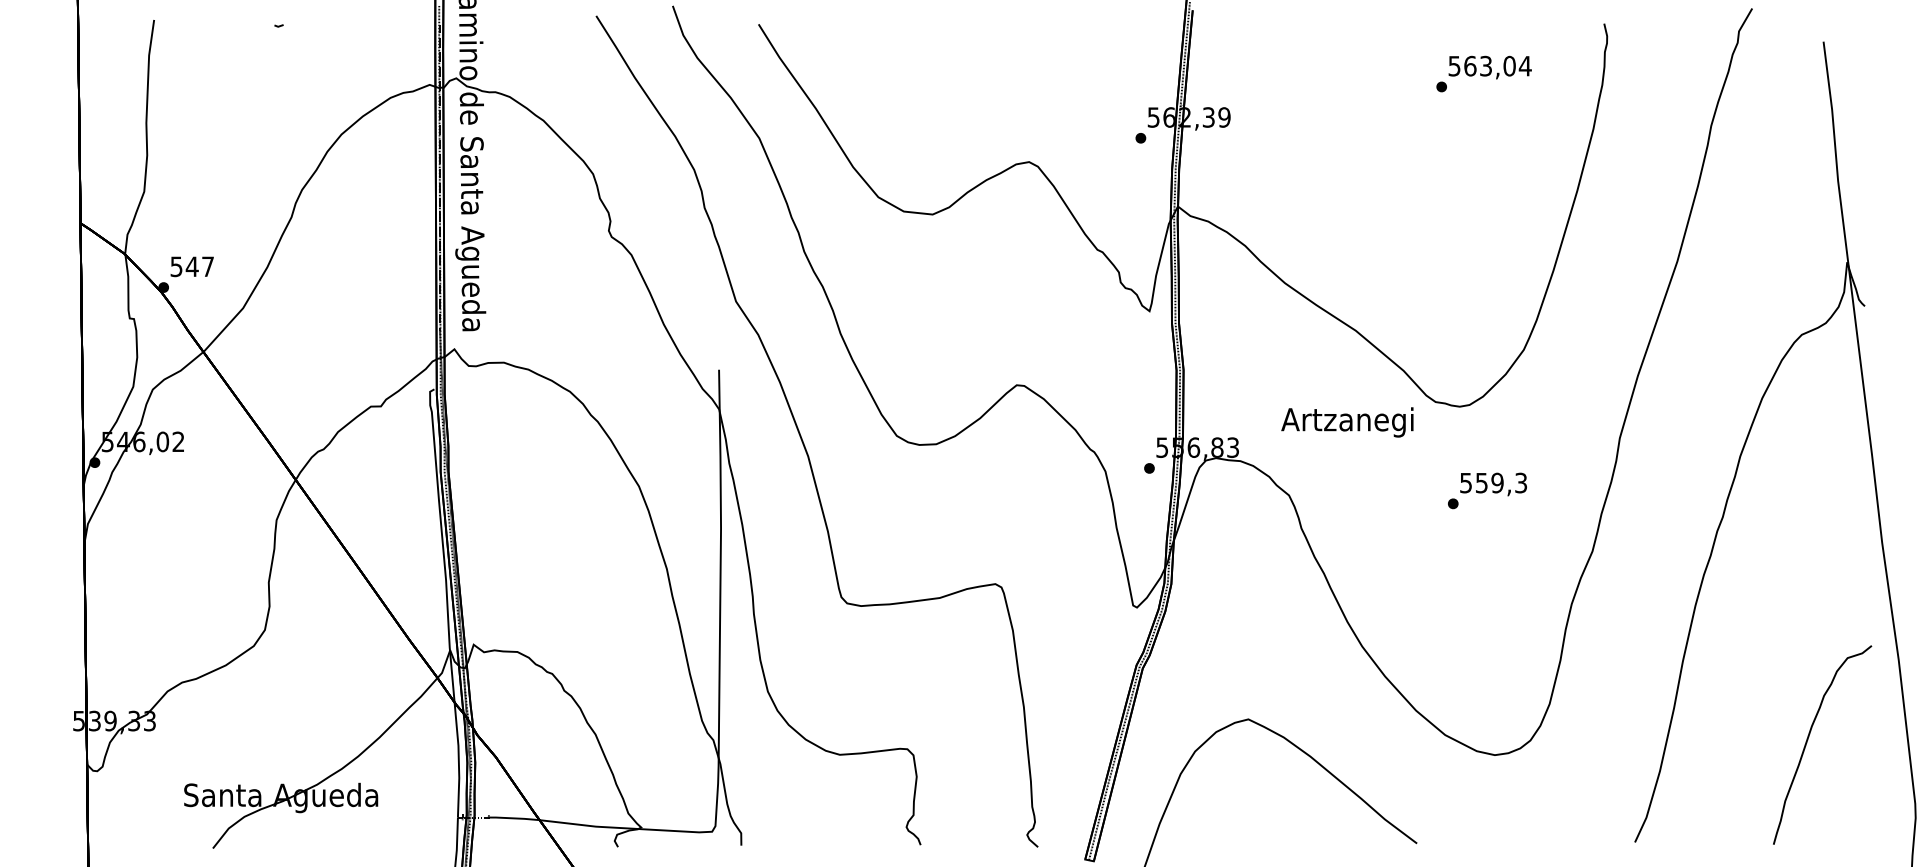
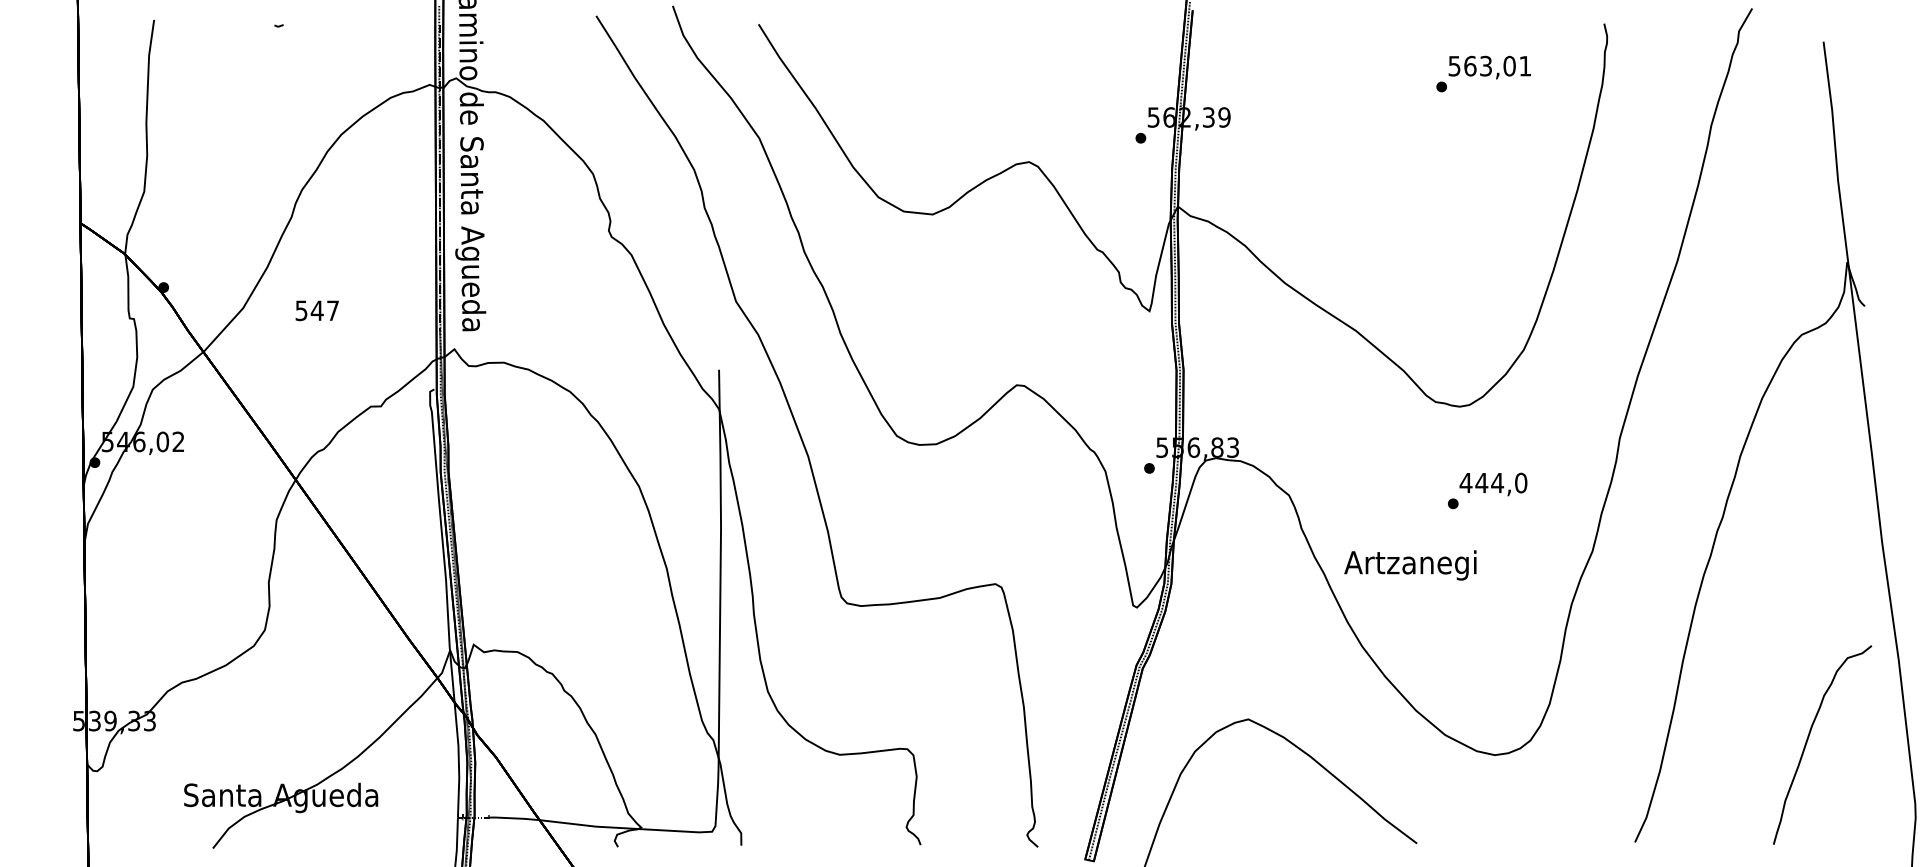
text at (1524, 66): 563,04 -> 563,01
text at (191, 266) position: (191, 266) -> (316, 310)
text at (1347, 422) position: (1347, 422) -> (1410, 565)
text at (1493, 482): 559,3 -> 444,0
